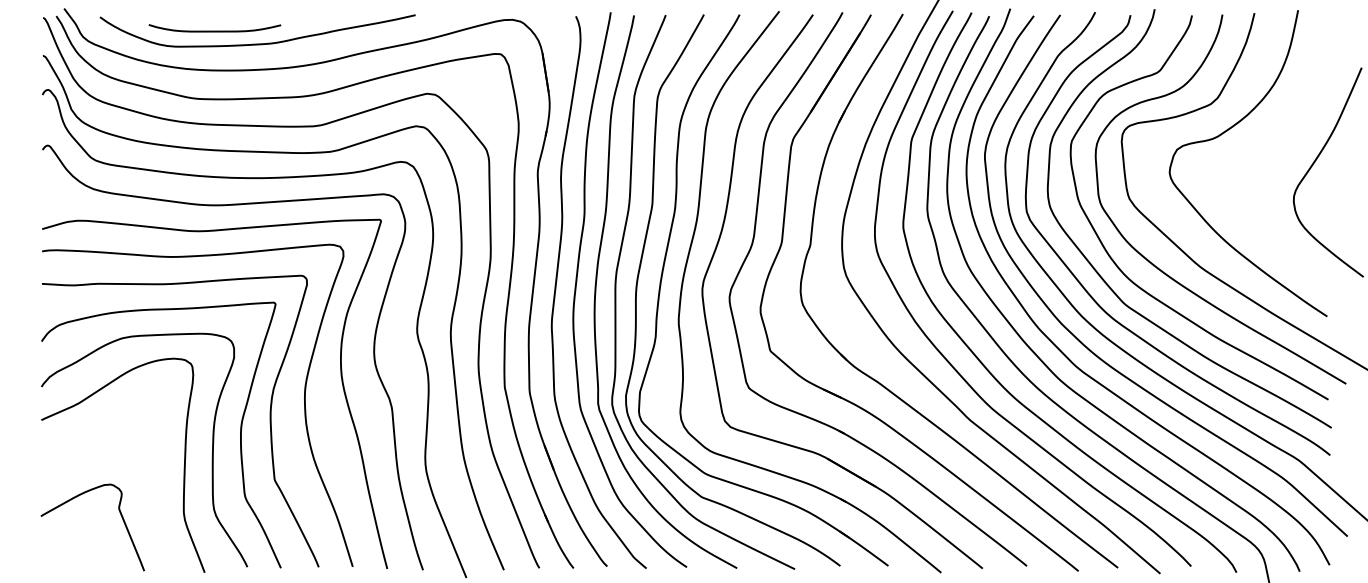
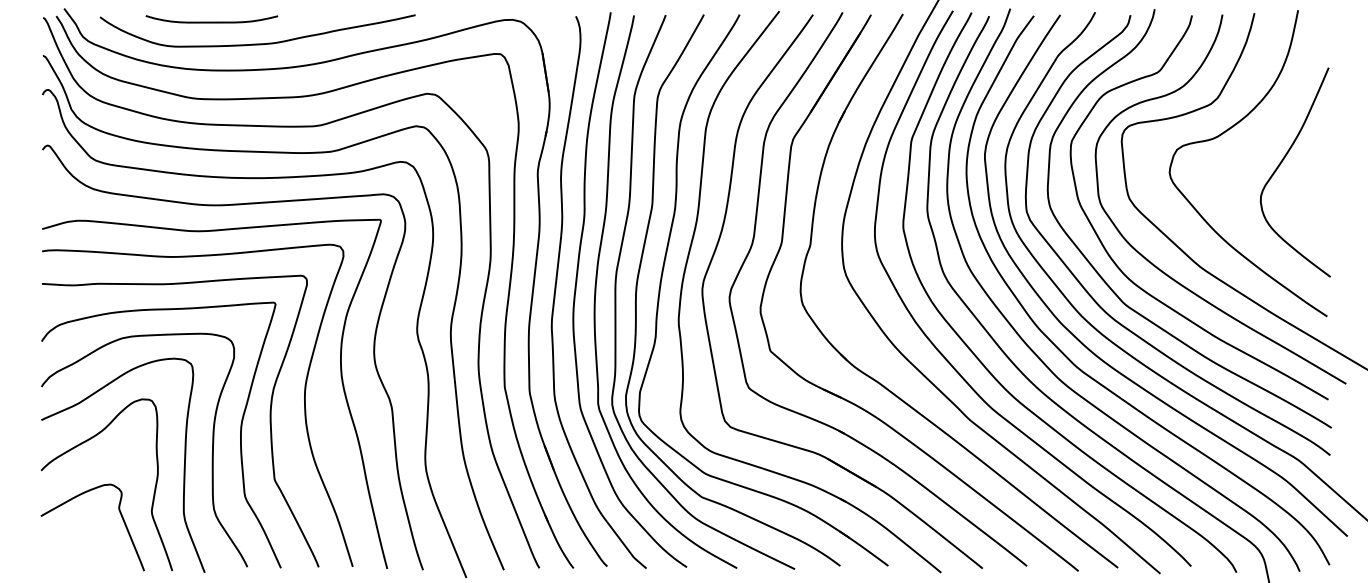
curve at (214, 30) position: (214, 30) -> (211, 21)
curve at (1315, 162) position: (1315, 162) -> (1282, 162)
curve at (82, 444): none -> present
